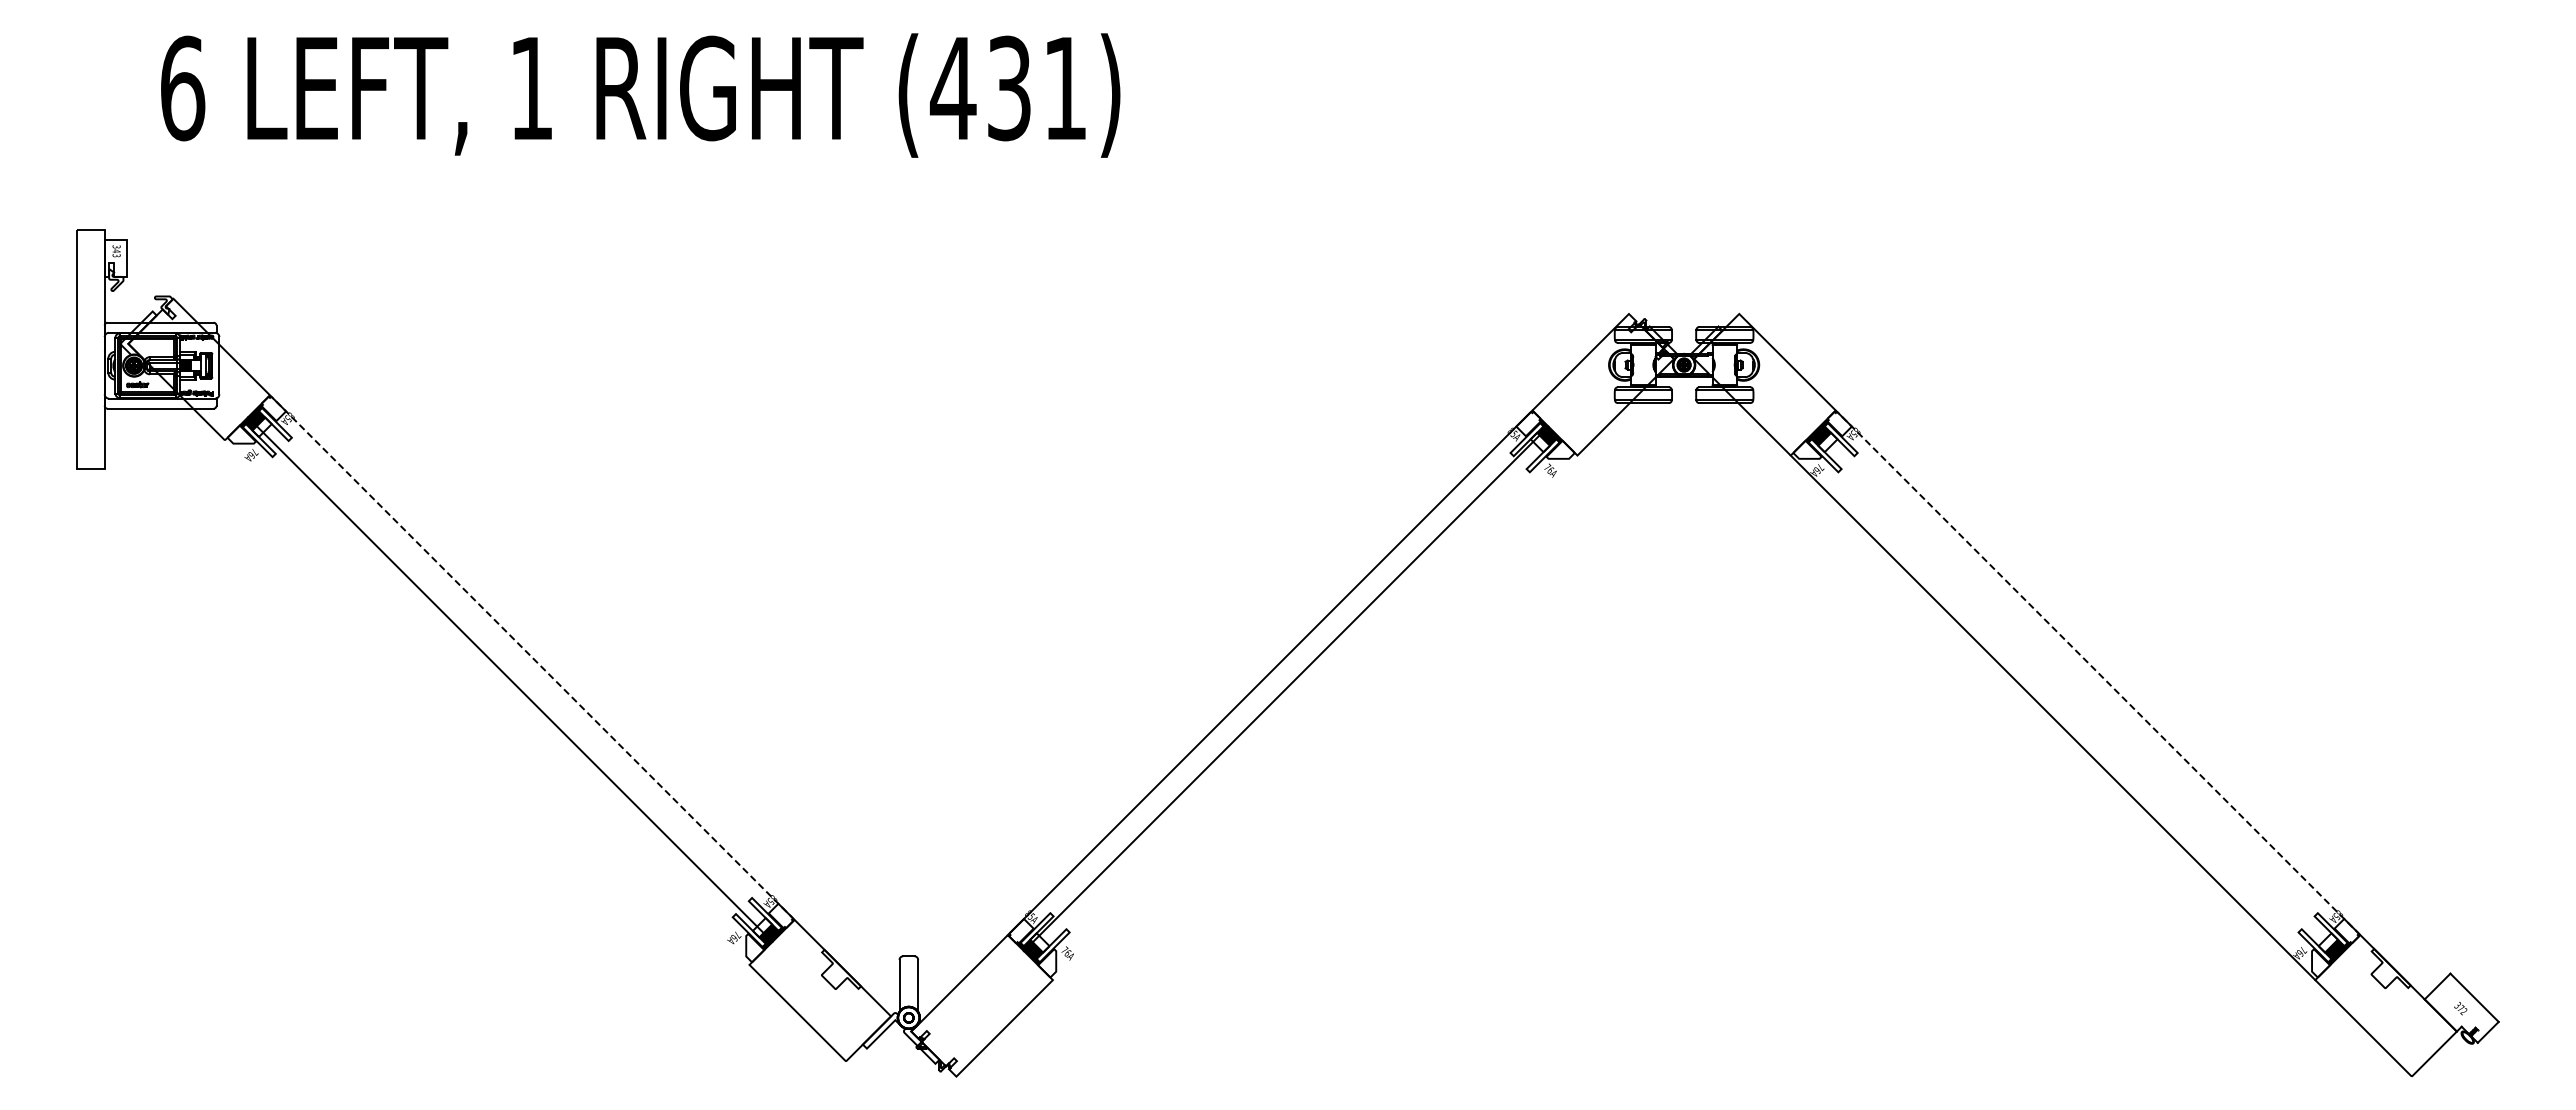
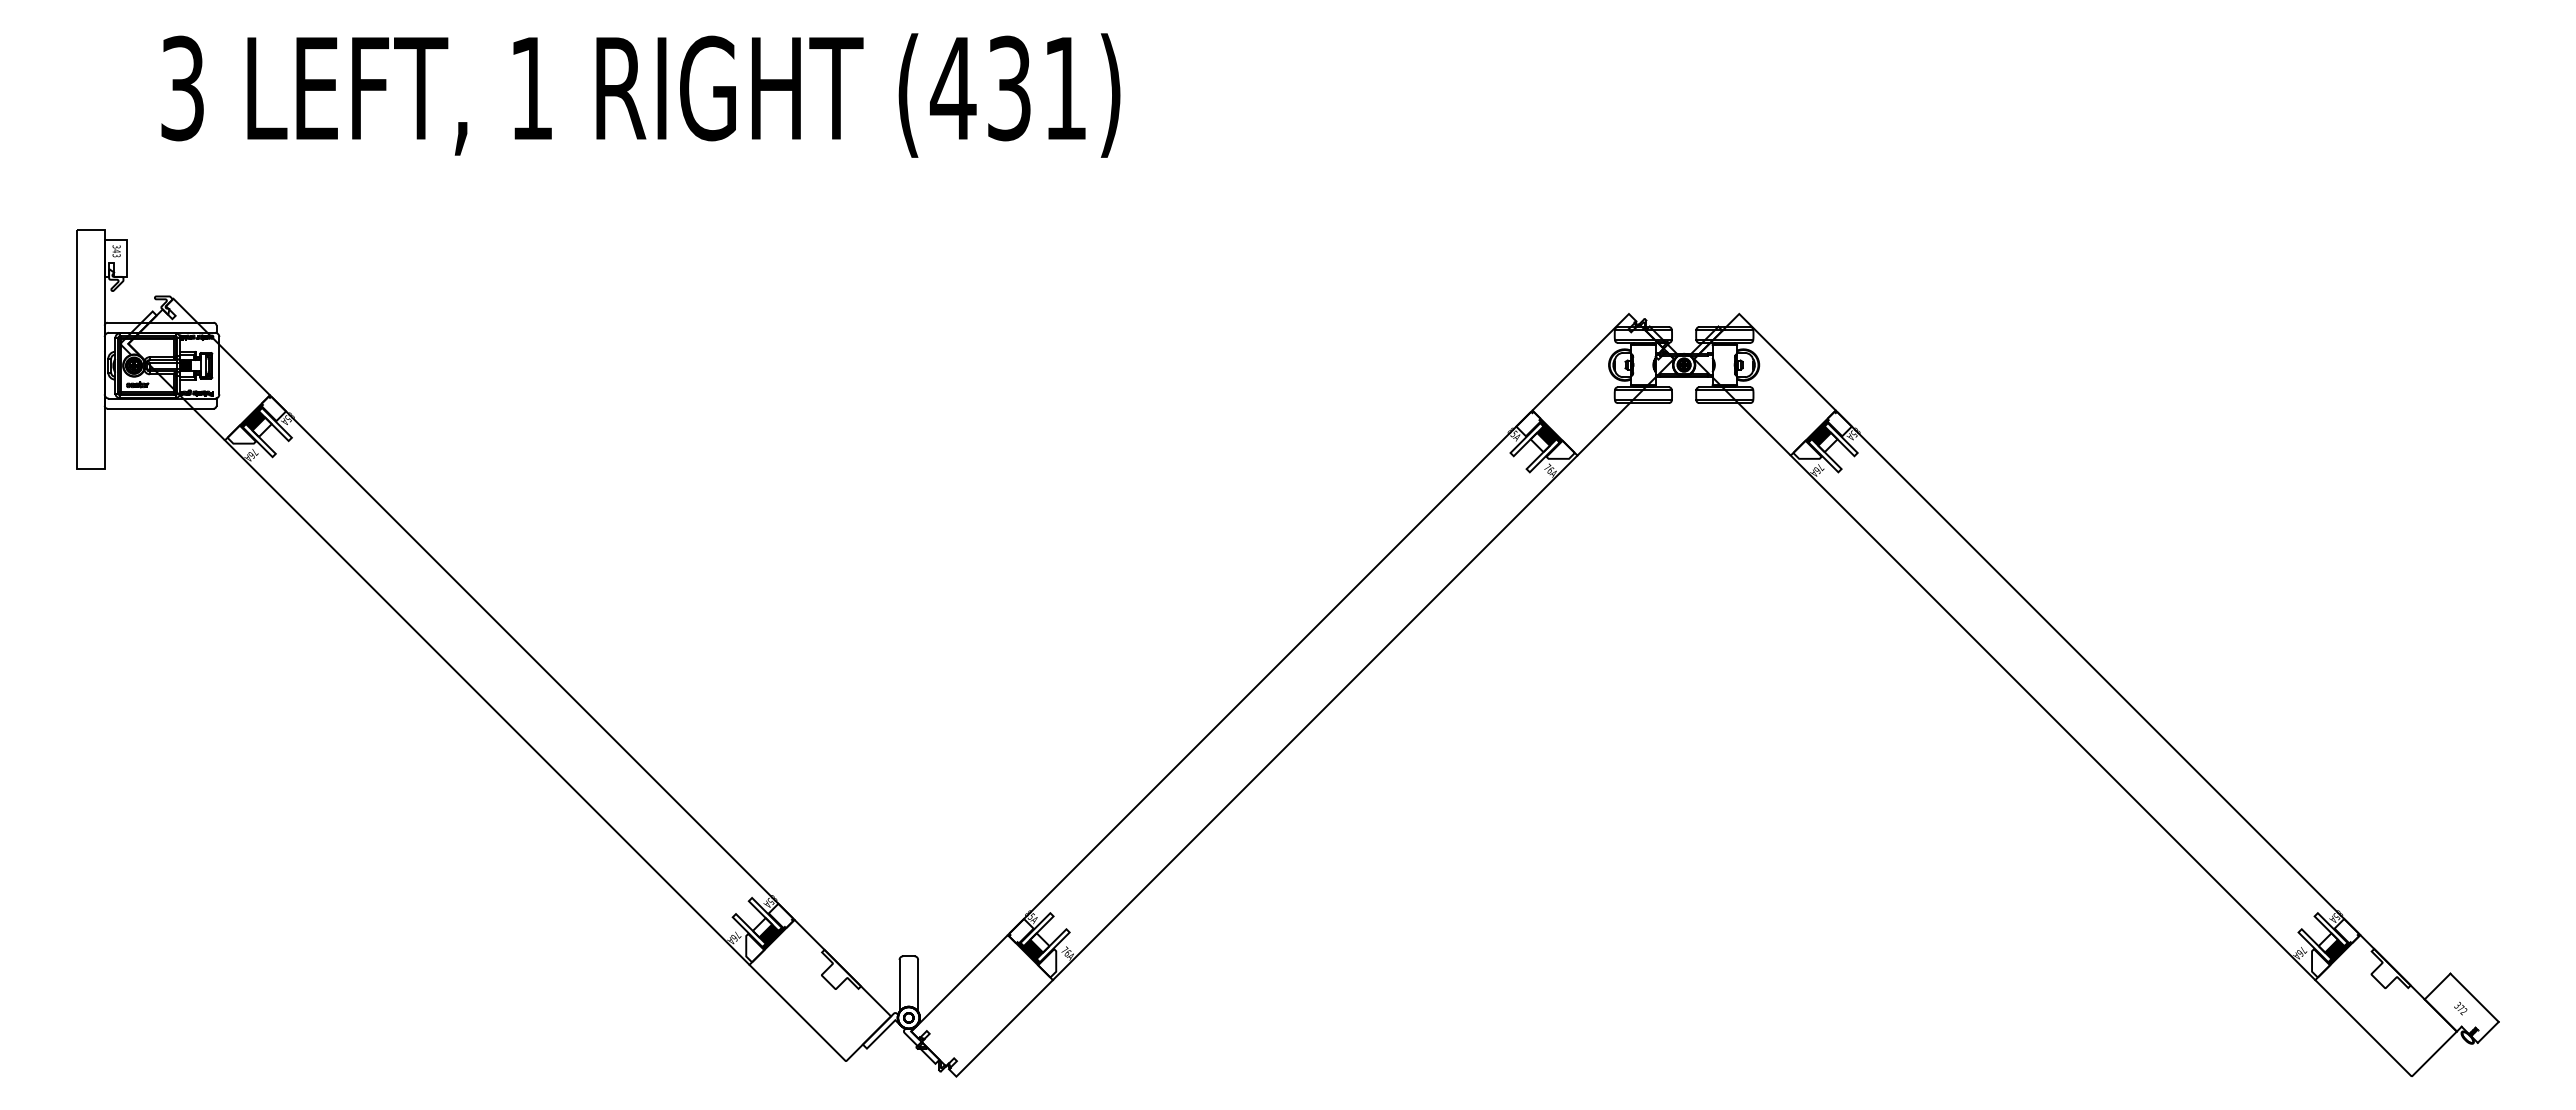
text at (183, 88): 6 -> 3
line at (532, 657): dashed -> solid
line at (2098, 672): dashed -> solid
line at (509, 679) position: (509, 679) -> (486, 702)
line at (1285, 688) position: (1285, 688) -> (1314, 717)
